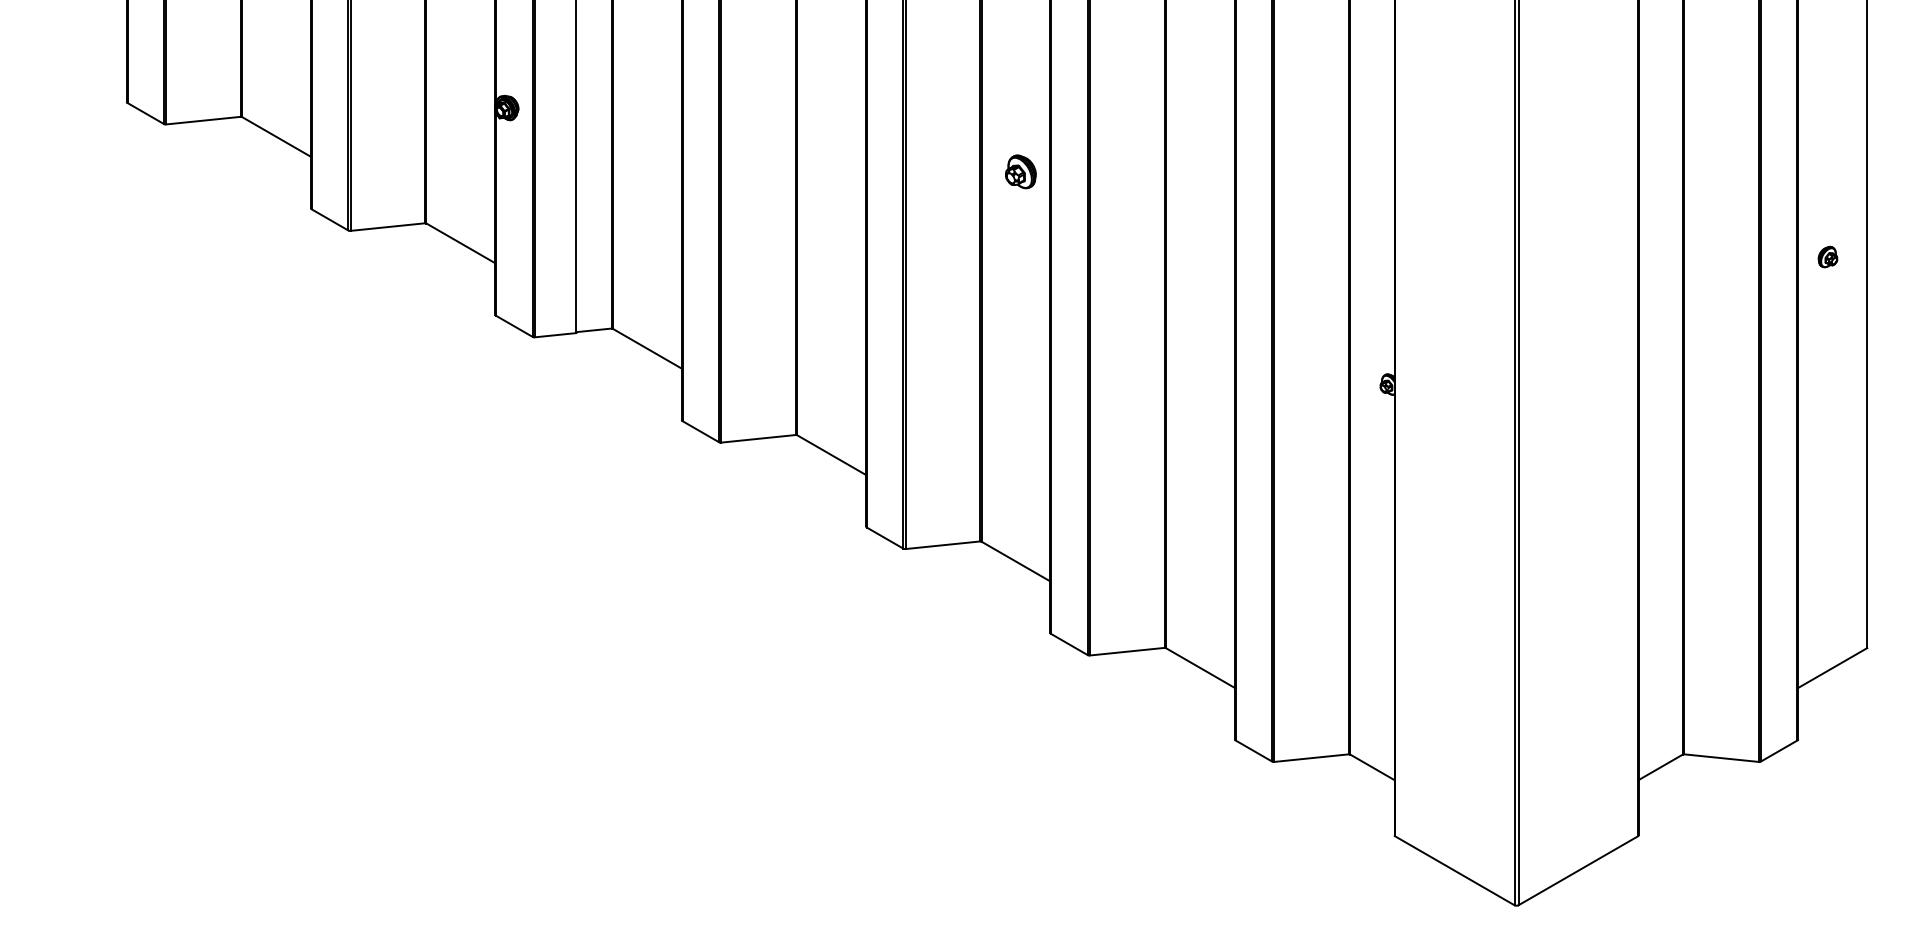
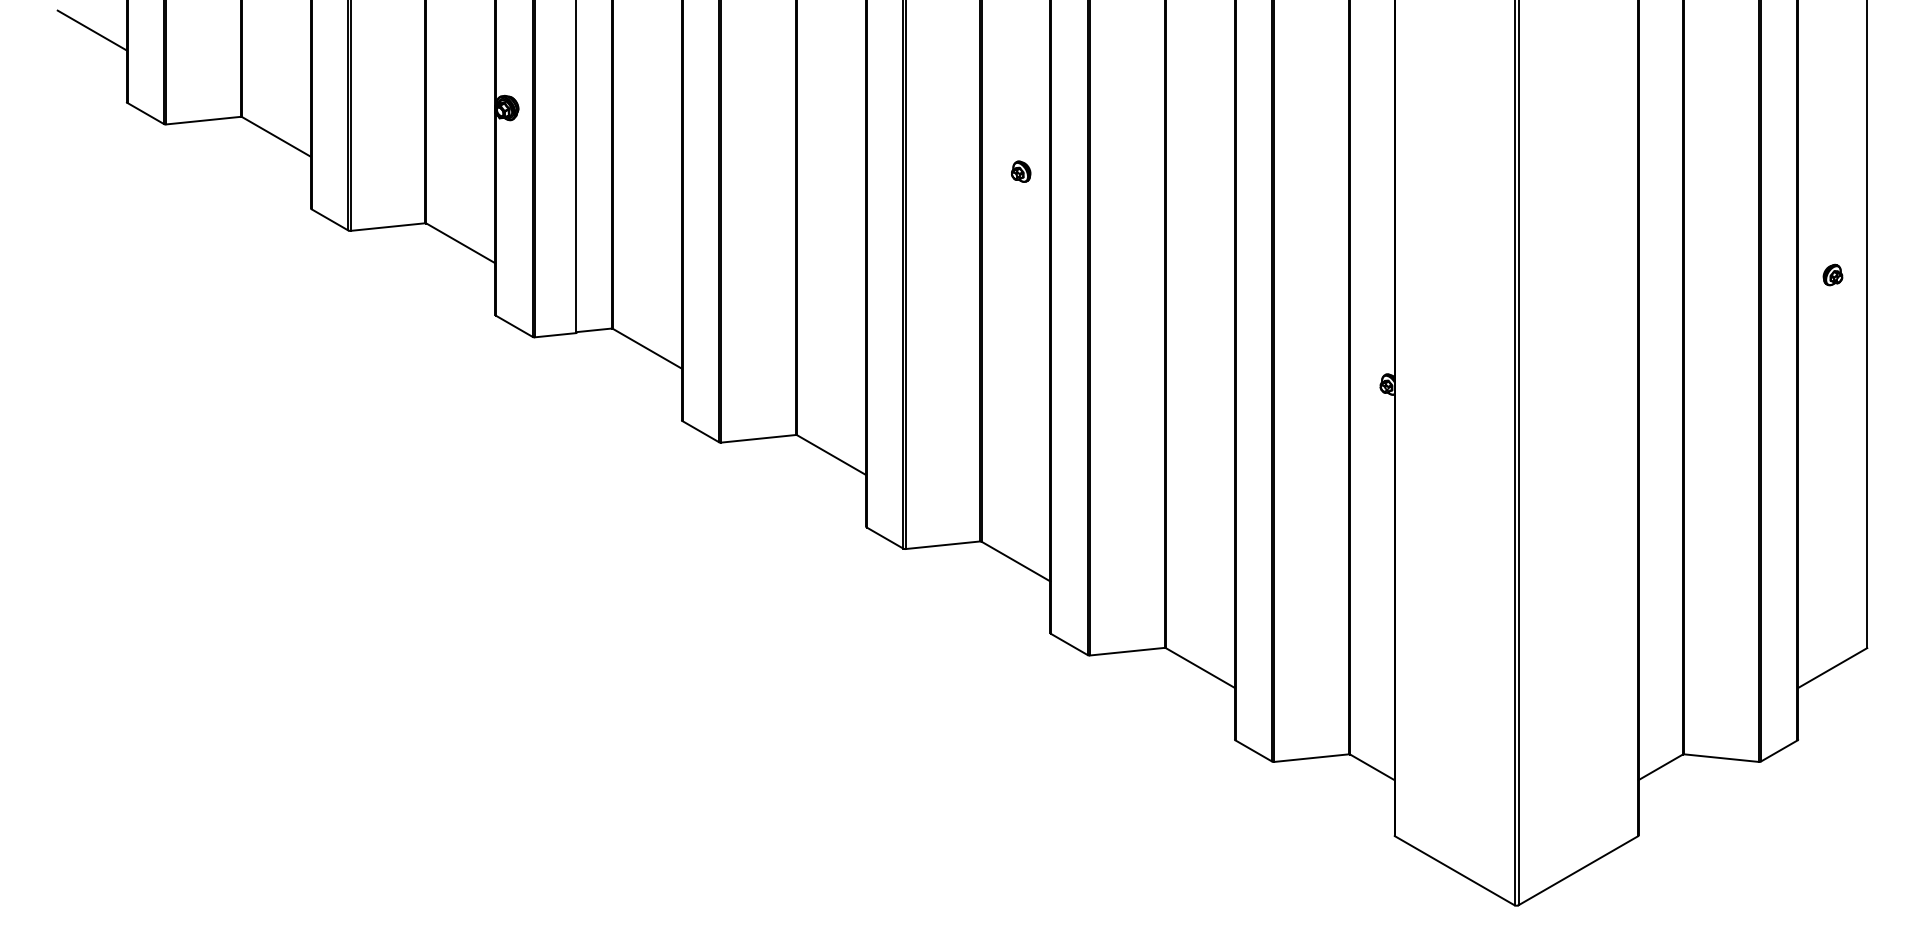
line at (91, 30): none -> present
part at (1020, 171) size: 32x36 px -> 21x23 px
part at (1827, 256) position: (1827, 256) -> (1832, 274)
